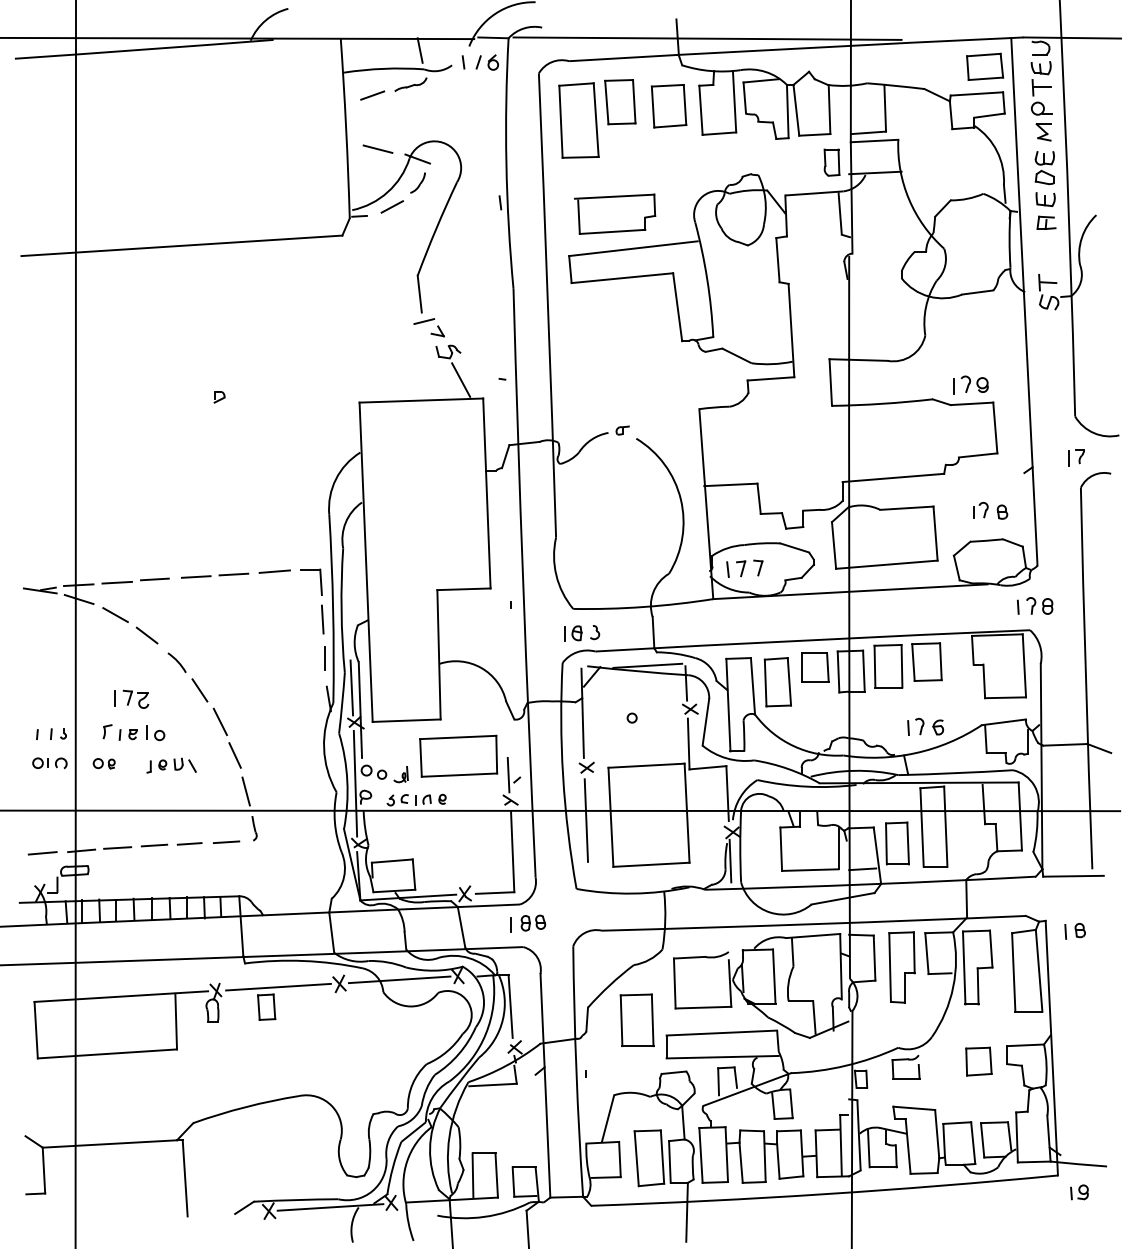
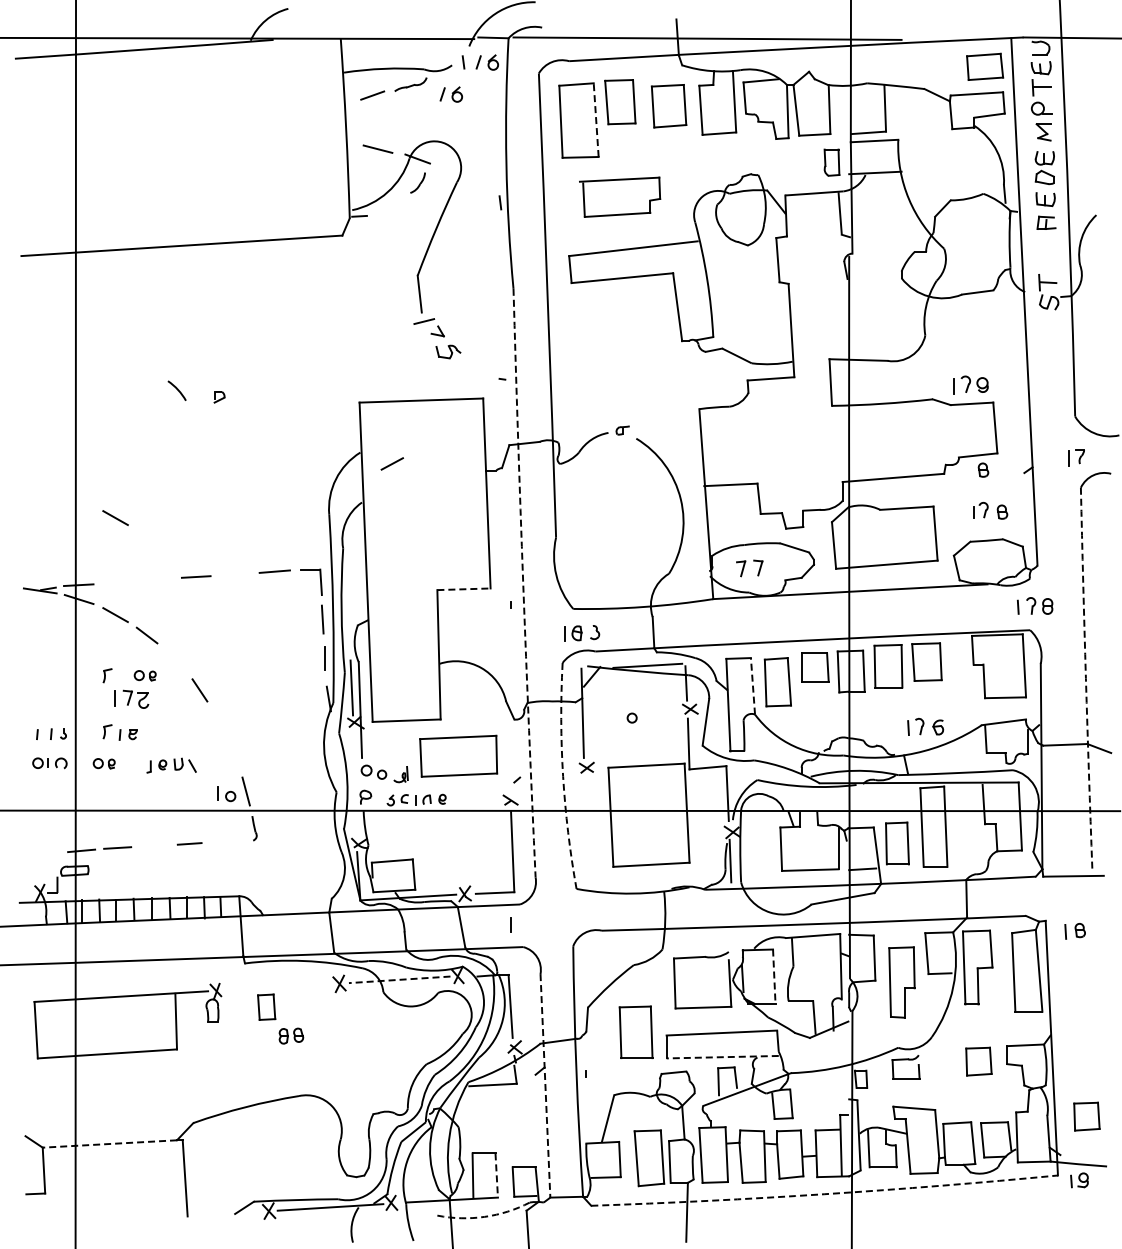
line at (419, 50): present -> none
part at (450, 94): none -> present
line at (596, 120): solid -> dashed
line at (391, 206) position: (391, 206) -> (391, 463)
part at (615, 213) position: (615, 213) -> (620, 196)
line at (461, 379): present -> none
part at (983, 469): none -> present
line at (115, 517): none -> present
line at (727, 569): present -> none
line at (233, 574): present -> none
line at (154, 579): present -> none
line at (116, 582): present -> none
arc at (523, 583): solid -> dashed
line at (463, 589): solid -> dashed
arc at (176, 661) position: (176, 661) -> (176, 389)
part at (107, 675): none -> present
part at (144, 675): none -> present
arc at (1085, 678): solid -> dashed
line at (752, 685): solid -> dashed
part at (155, 733) position: (155, 733) -> (226, 794)
part at (226, 737): present -> none
line at (508, 774): present -> none
arc at (563, 776): solid -> dashed
line at (355, 783): present -> none
line at (586, 820): present -> none
line at (226, 842): present -> none
line at (154, 845): present -> none
line at (42, 853): present -> none
part at (533, 922) position: (533, 922) -> (291, 1035)
part at (901, 967) position: (901, 967) -> (901, 982)
line at (774, 977): solid -> dashed
line at (399, 979): solid -> dashed
line at (278, 986): present -> none
part at (636, 1019) position: (636, 1019) -> (635, 1031)
line at (722, 1057): solid -> dashed
line at (545, 1085): solid -> dashed
part at (1086, 1116): none -> present
line at (109, 1144): solid -> dashed
line at (496, 1175): solid -> dashed
part at (1079, 1192) position: (1079, 1192) -> (1079, 1180)
arc at (824, 1194): solid -> dashed
arc at (484, 1216): solid -> dashed
